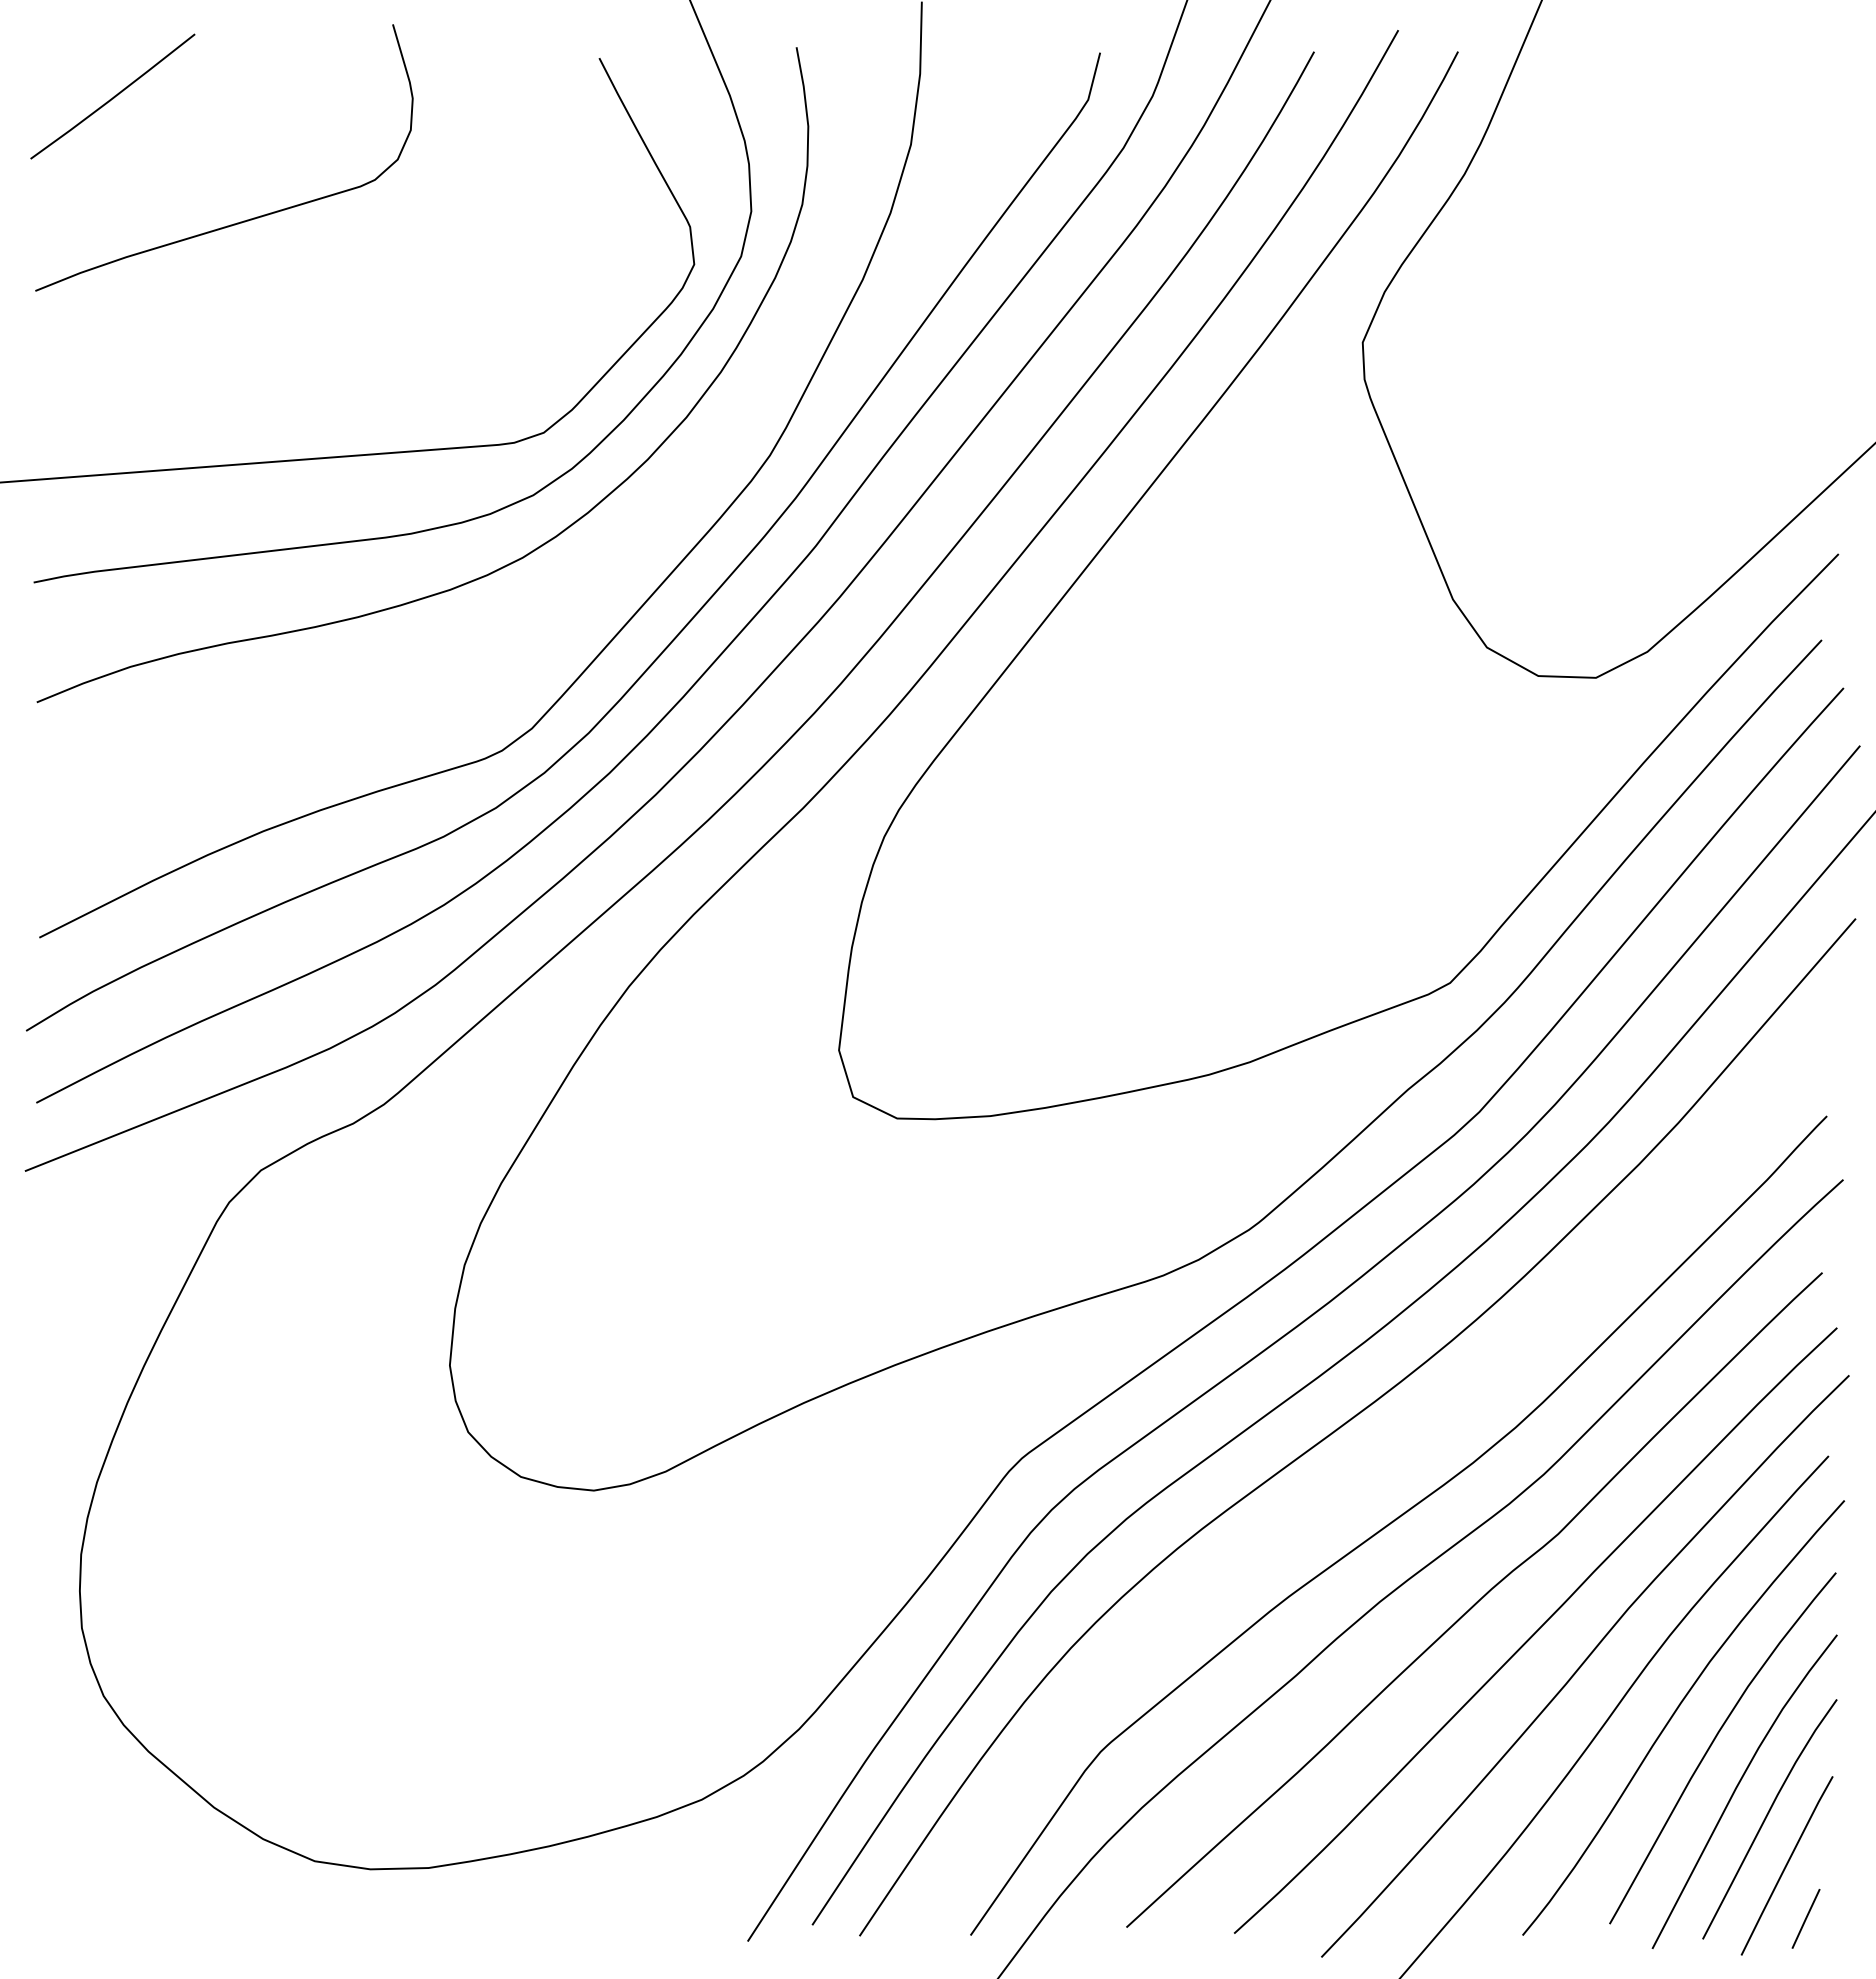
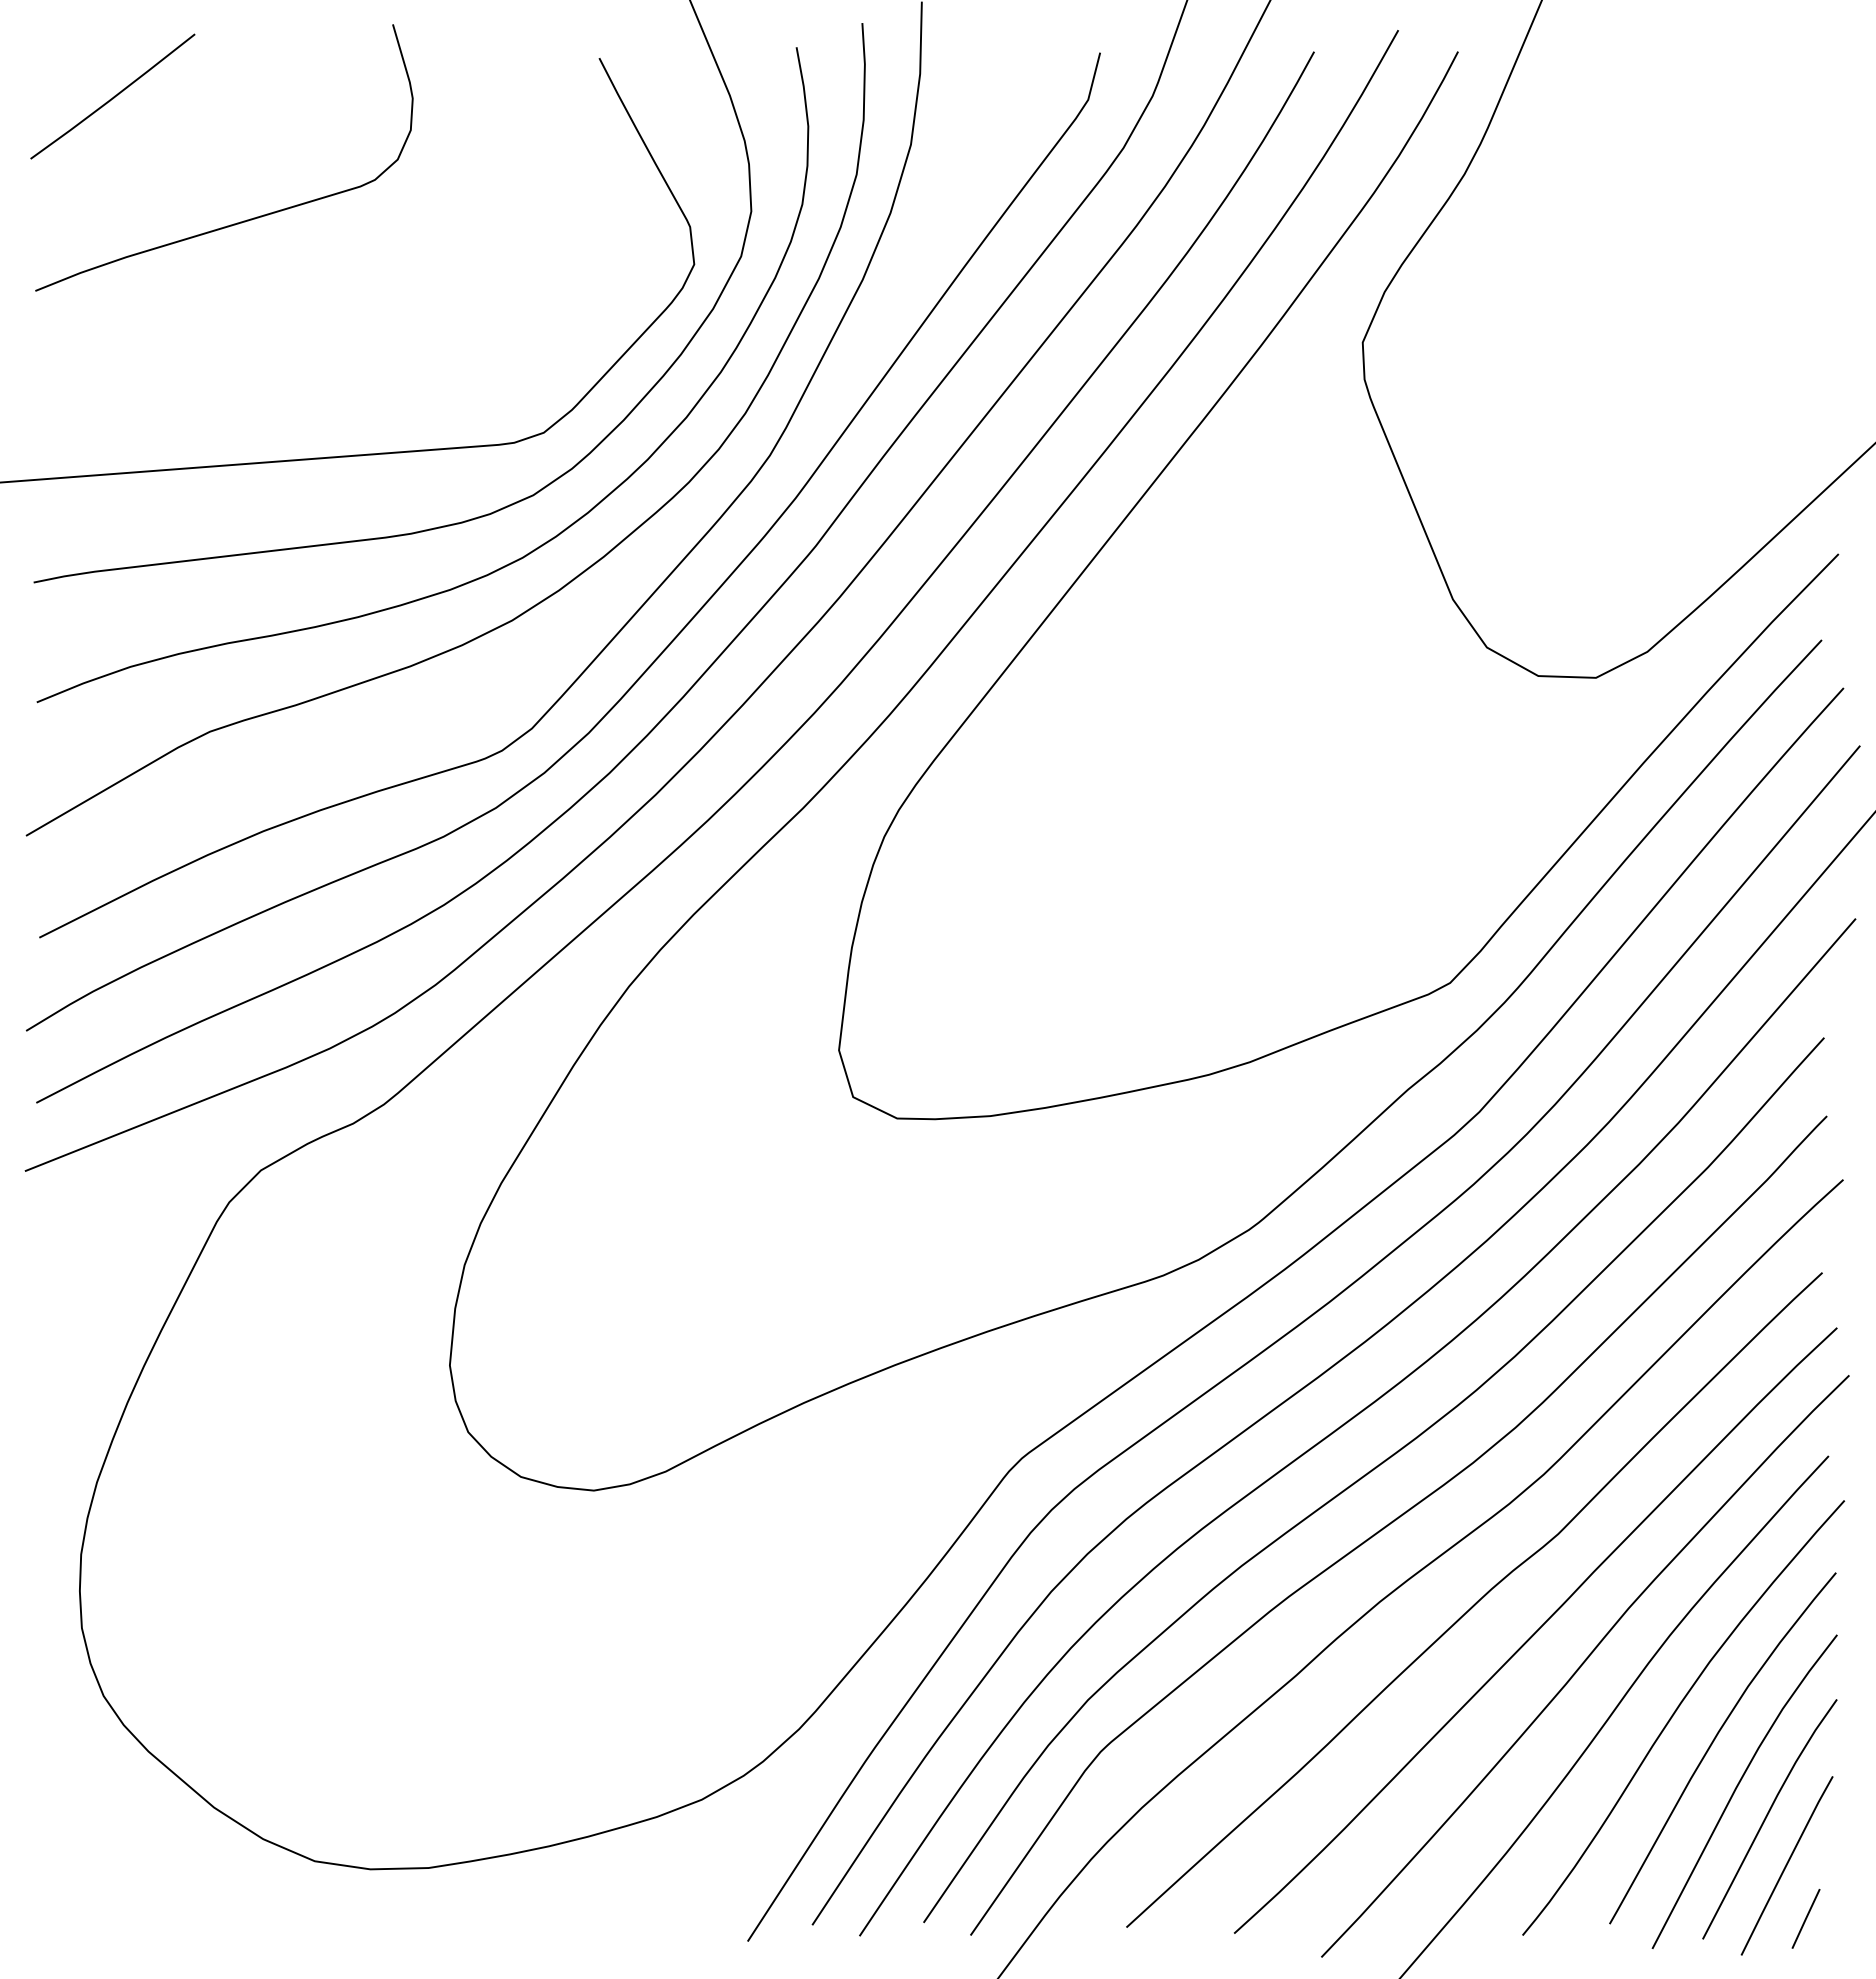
curve at (553, 592): none -> present
curve at (1368, 1474): none -> present
